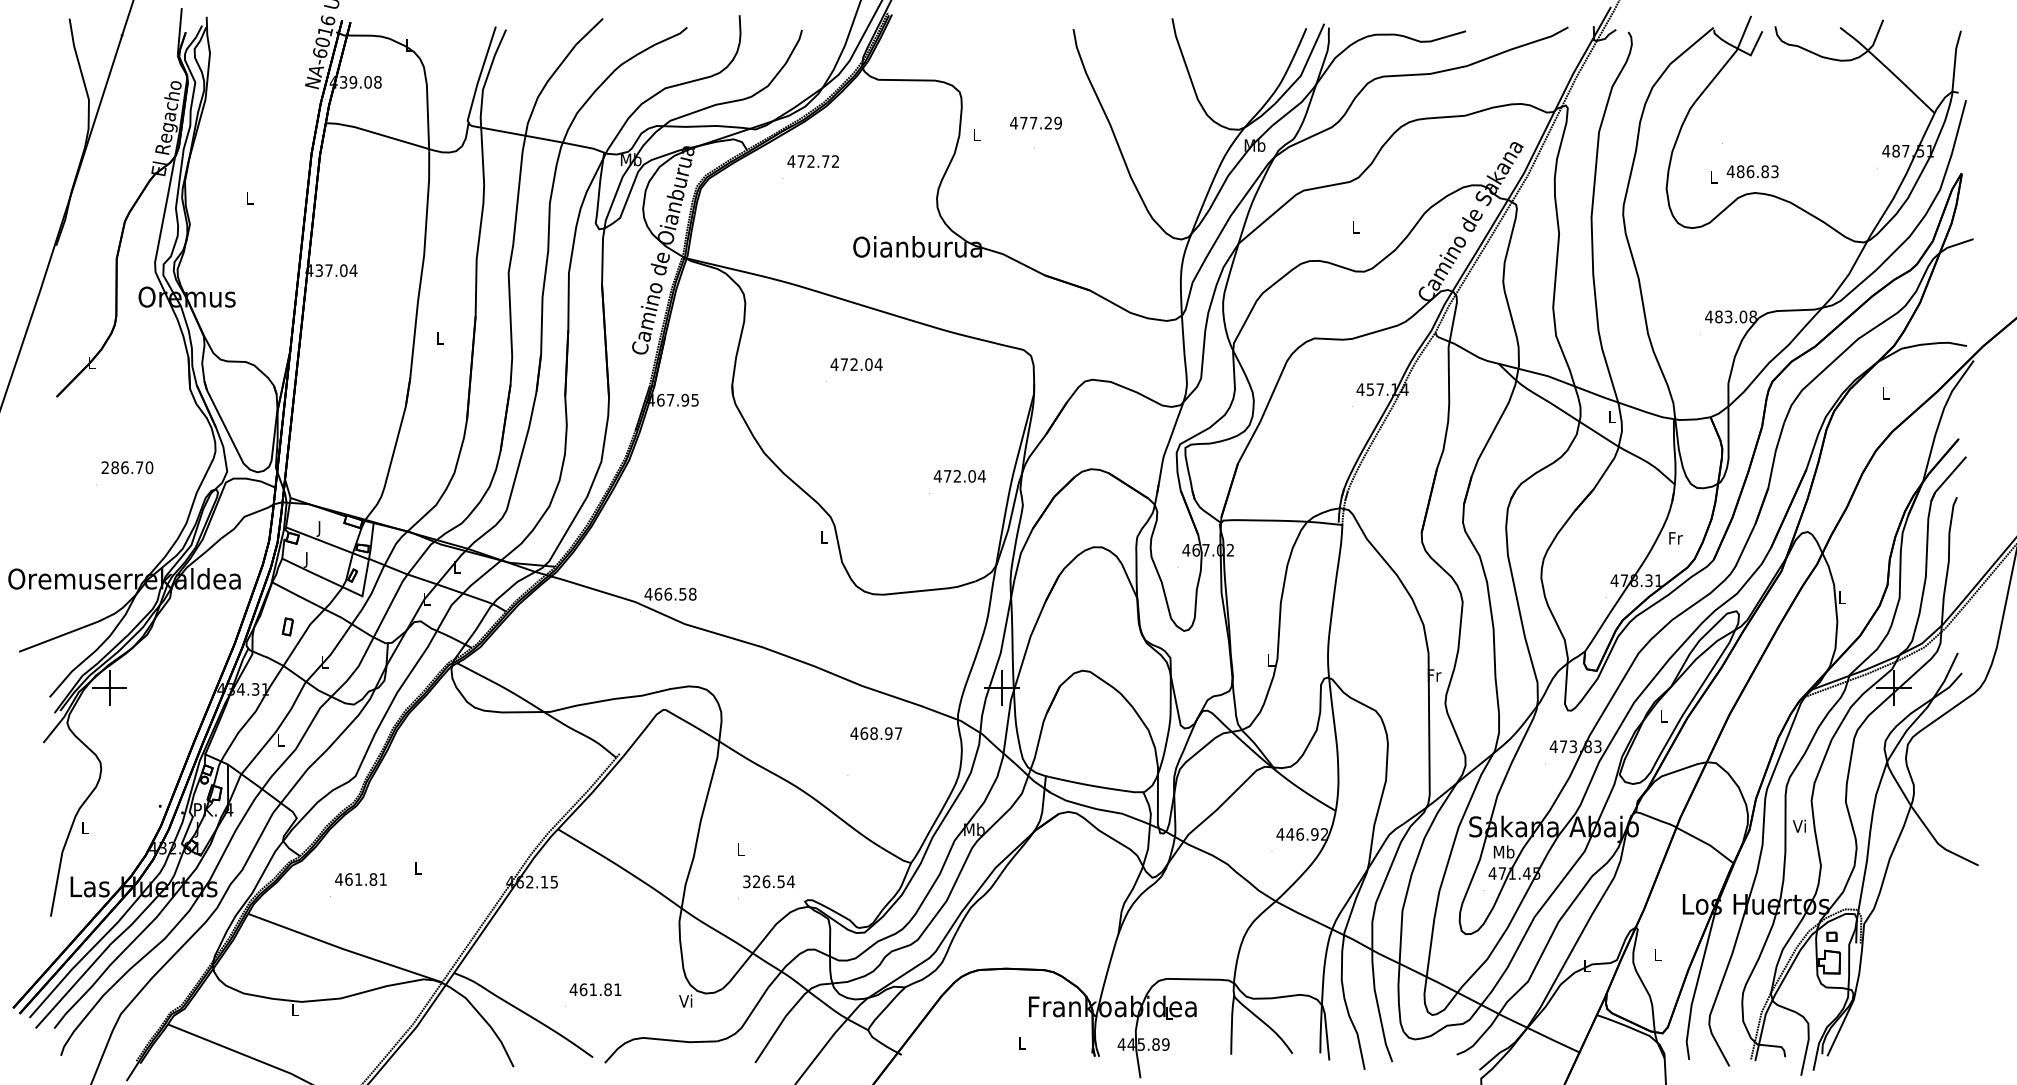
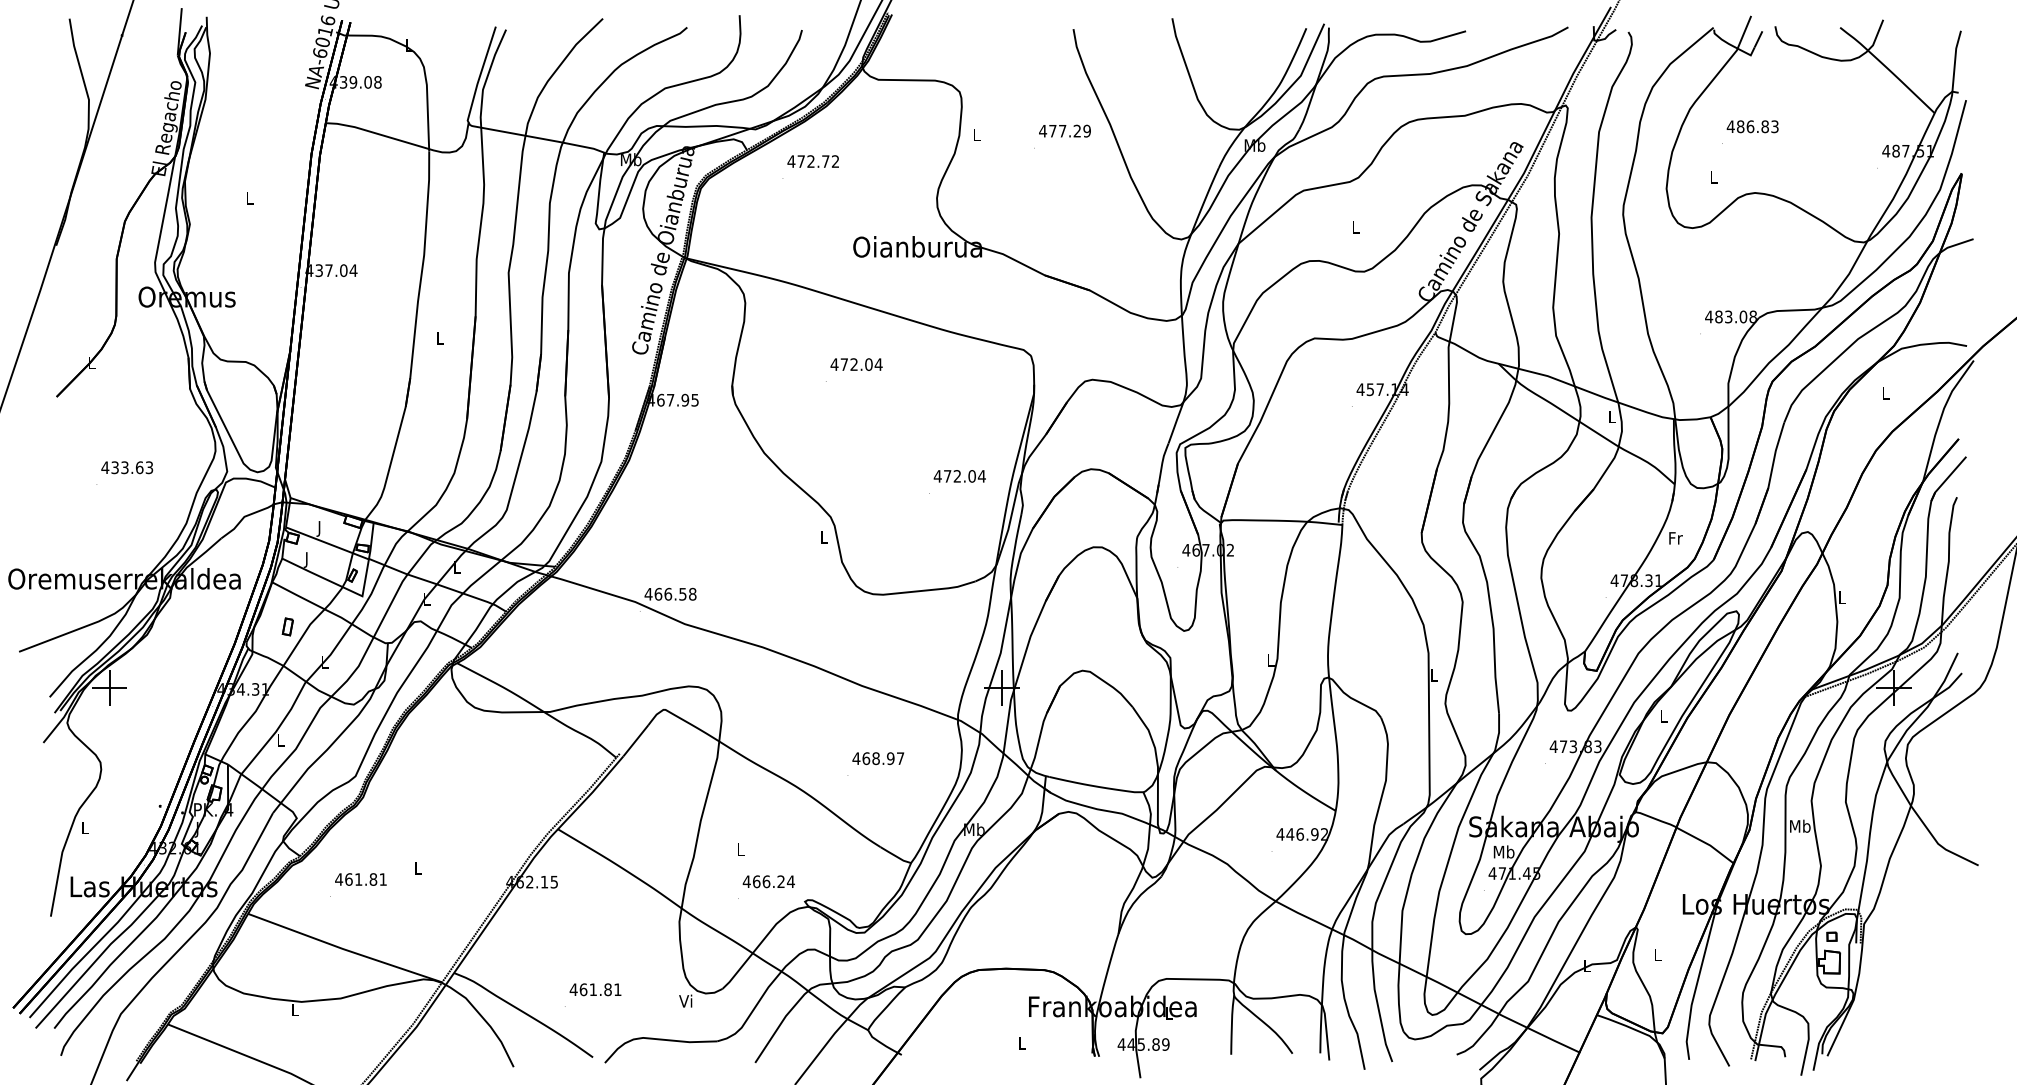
text at (1035, 122) position: (1035, 122) -> (1064, 130)
text at (1752, 171) position: (1752, 171) -> (1752, 126)
text at (127, 467): 286.70 -> 433.63
text at (1434, 675): Fr -> L
text at (876, 733) position: (876, 733) -> (878, 758)
text at (1800, 825): Vi -> Mb
text at (763, 881): 326.54 -> 466.24
